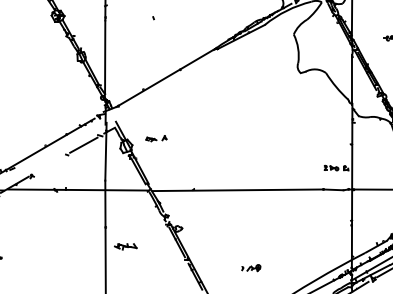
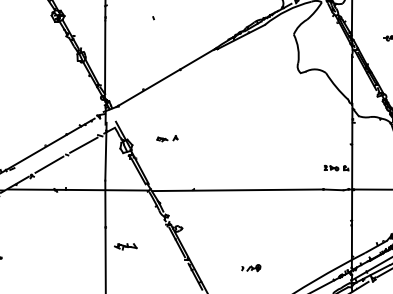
part at (156, 138) position: (156, 138) -> (167, 138)
line at (49, 164): none -> present
